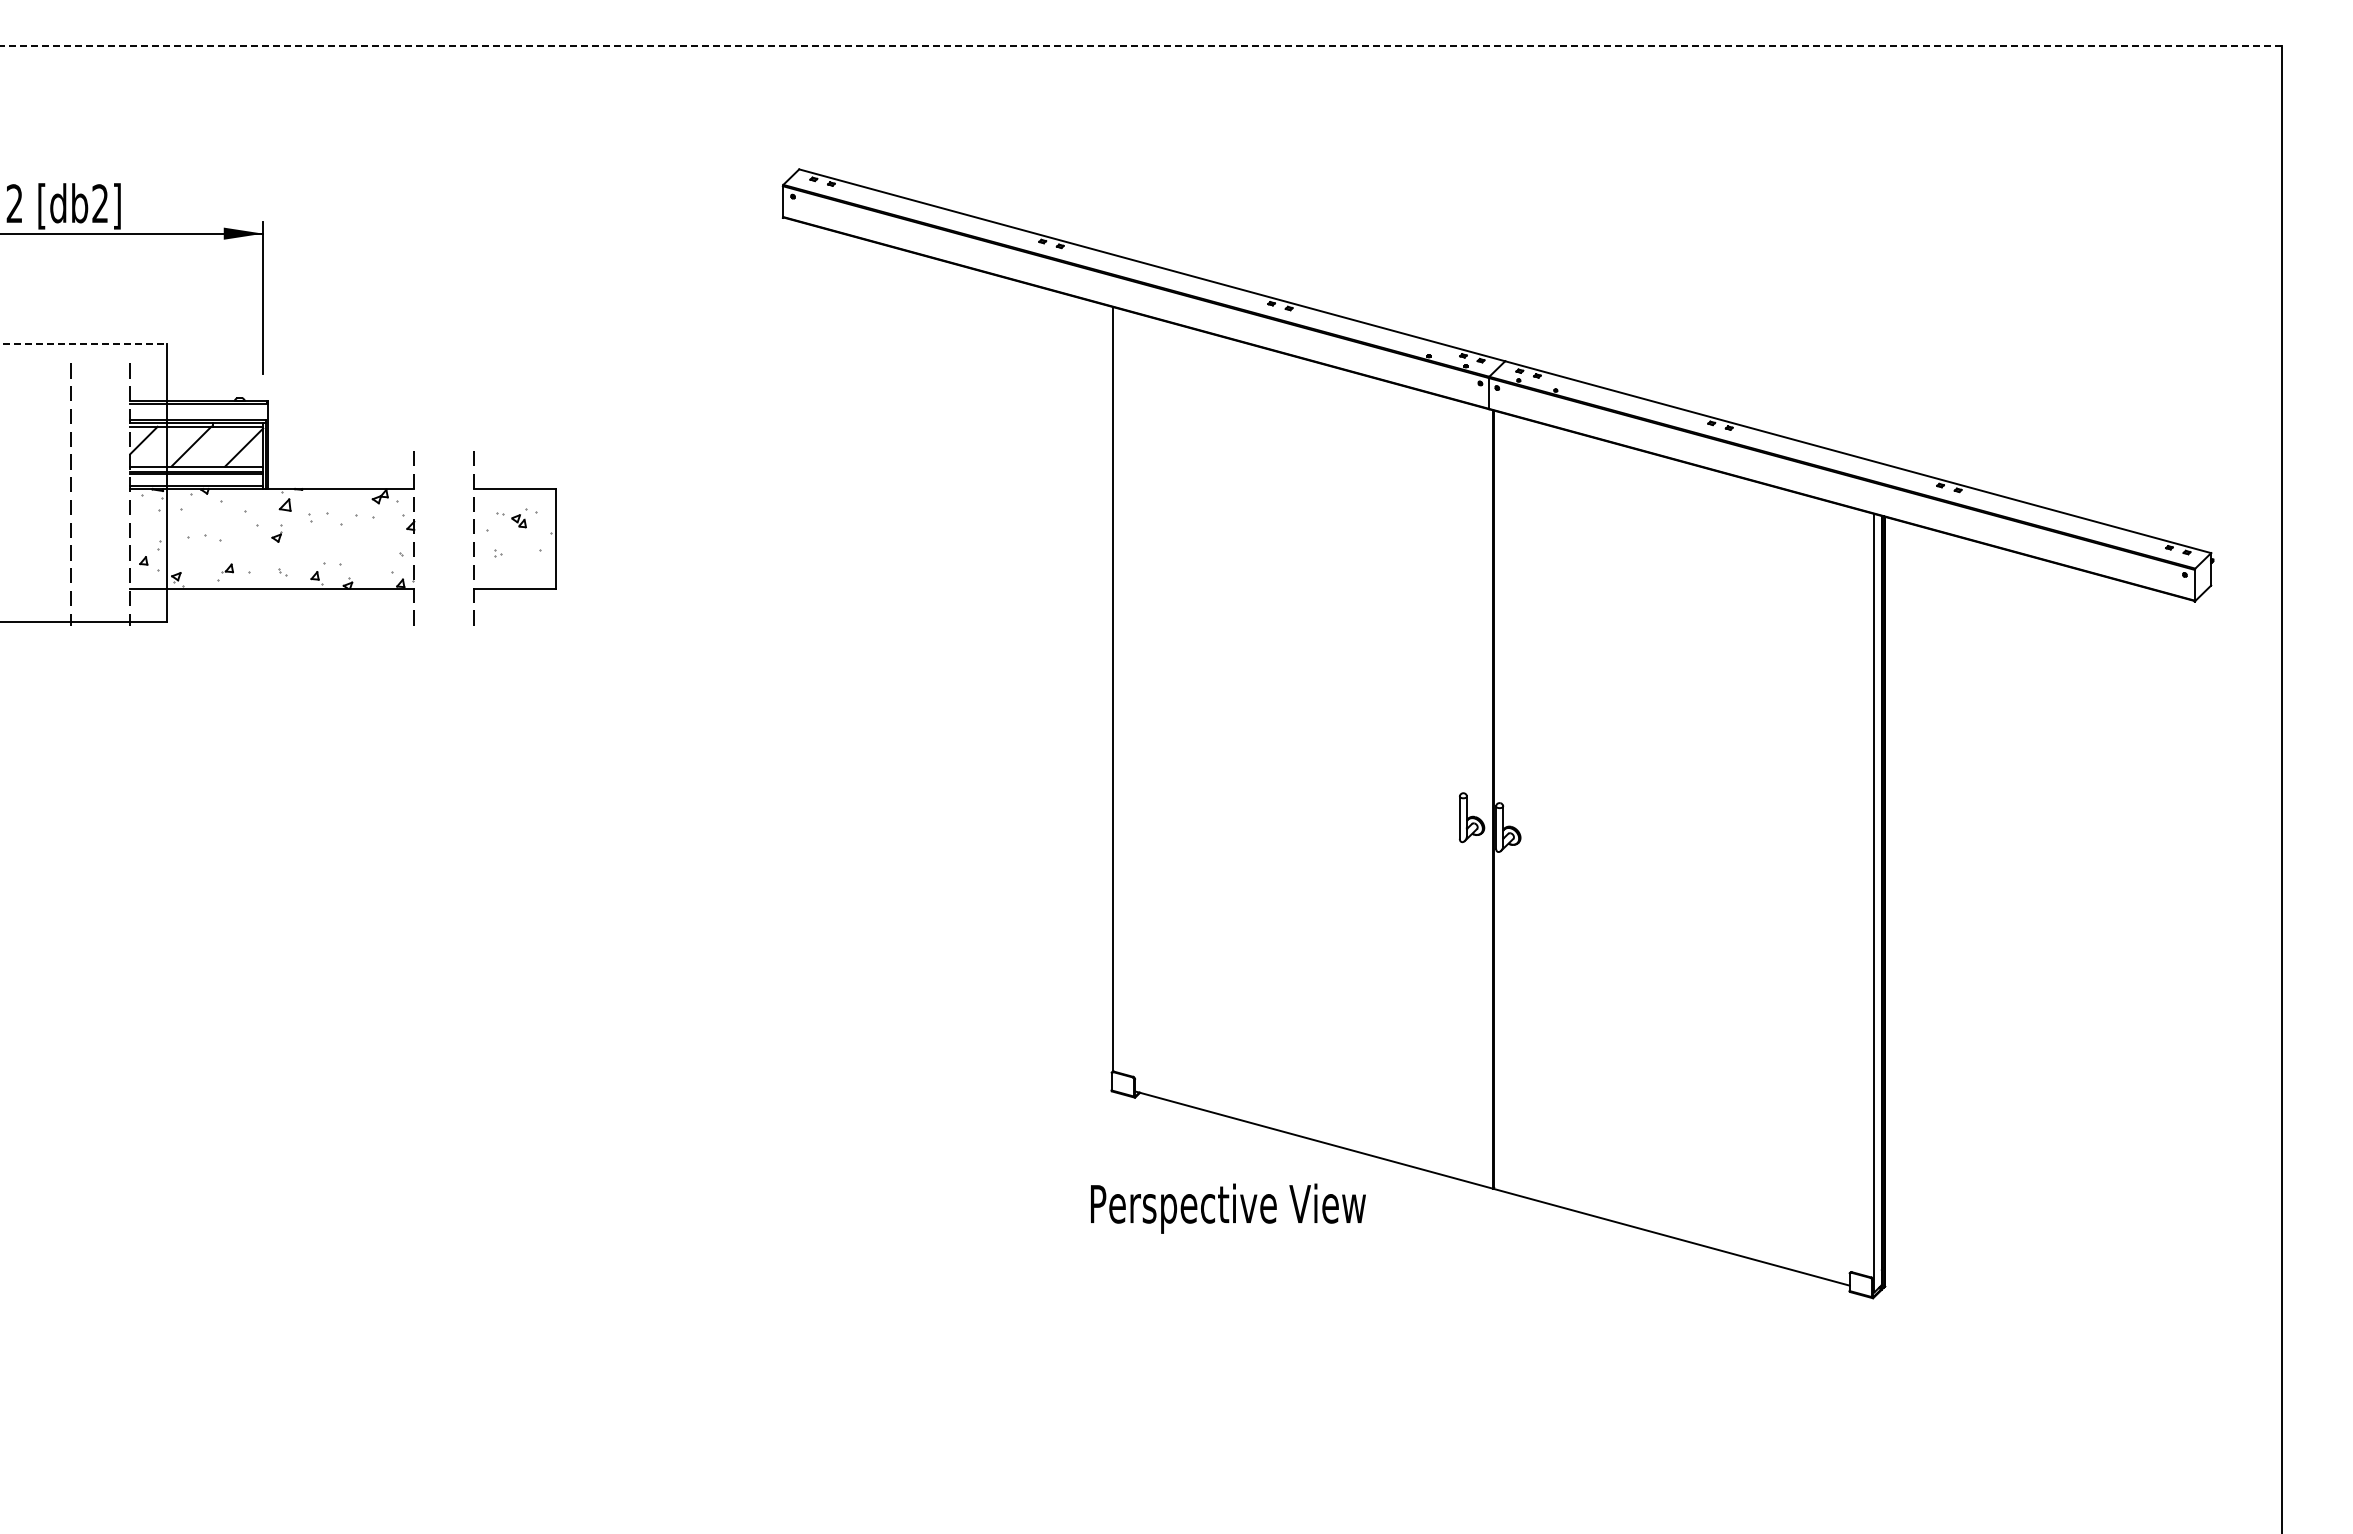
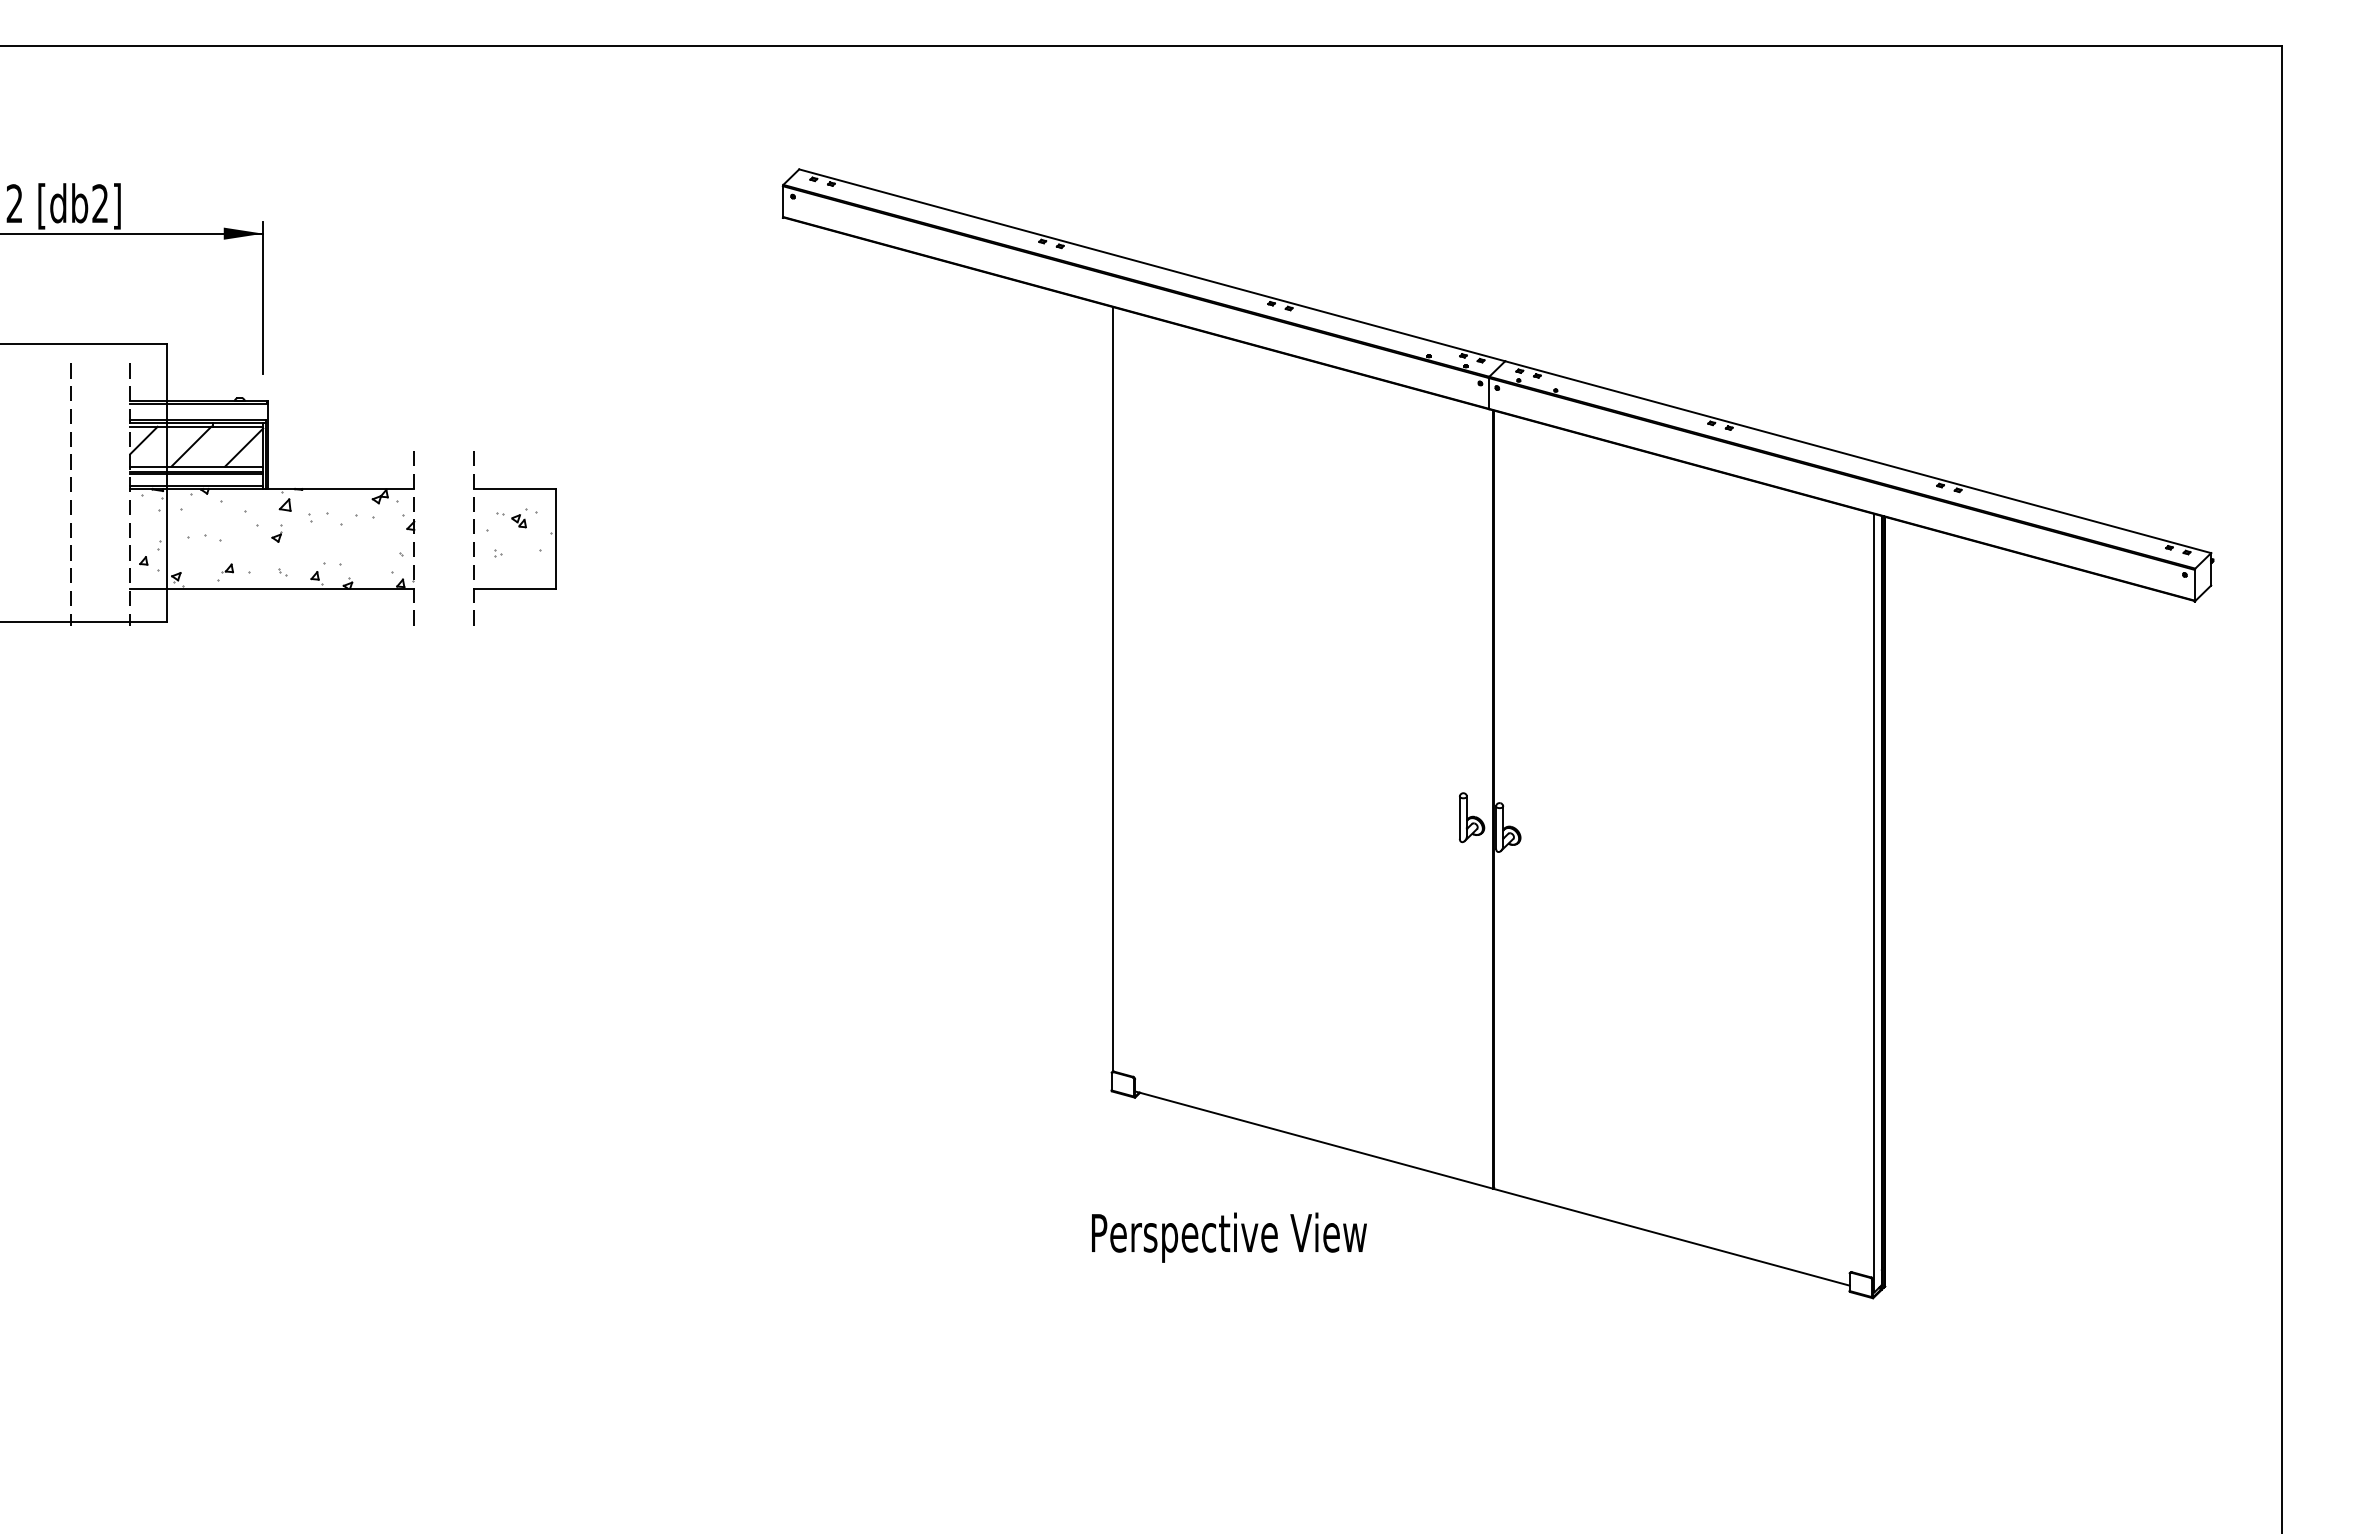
line at (1141, 45): dashed -> solid
line at (84, 343): dashed -> solid
text at (1228, 1208) position: (1228, 1208) -> (1229, 1237)
